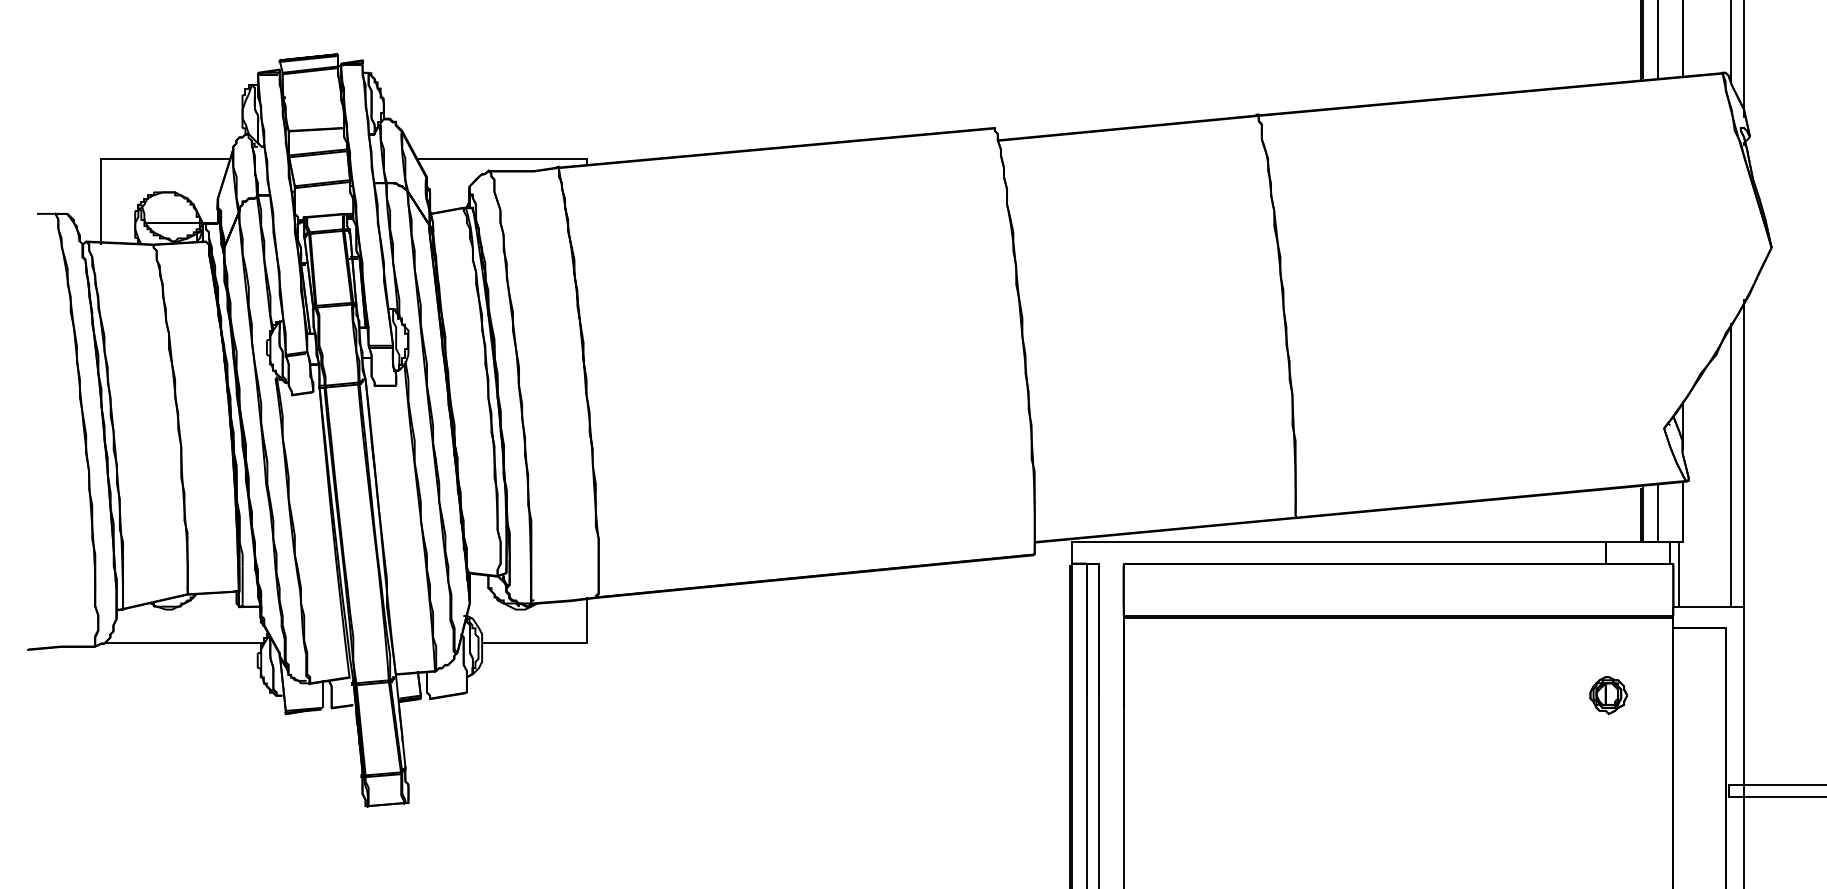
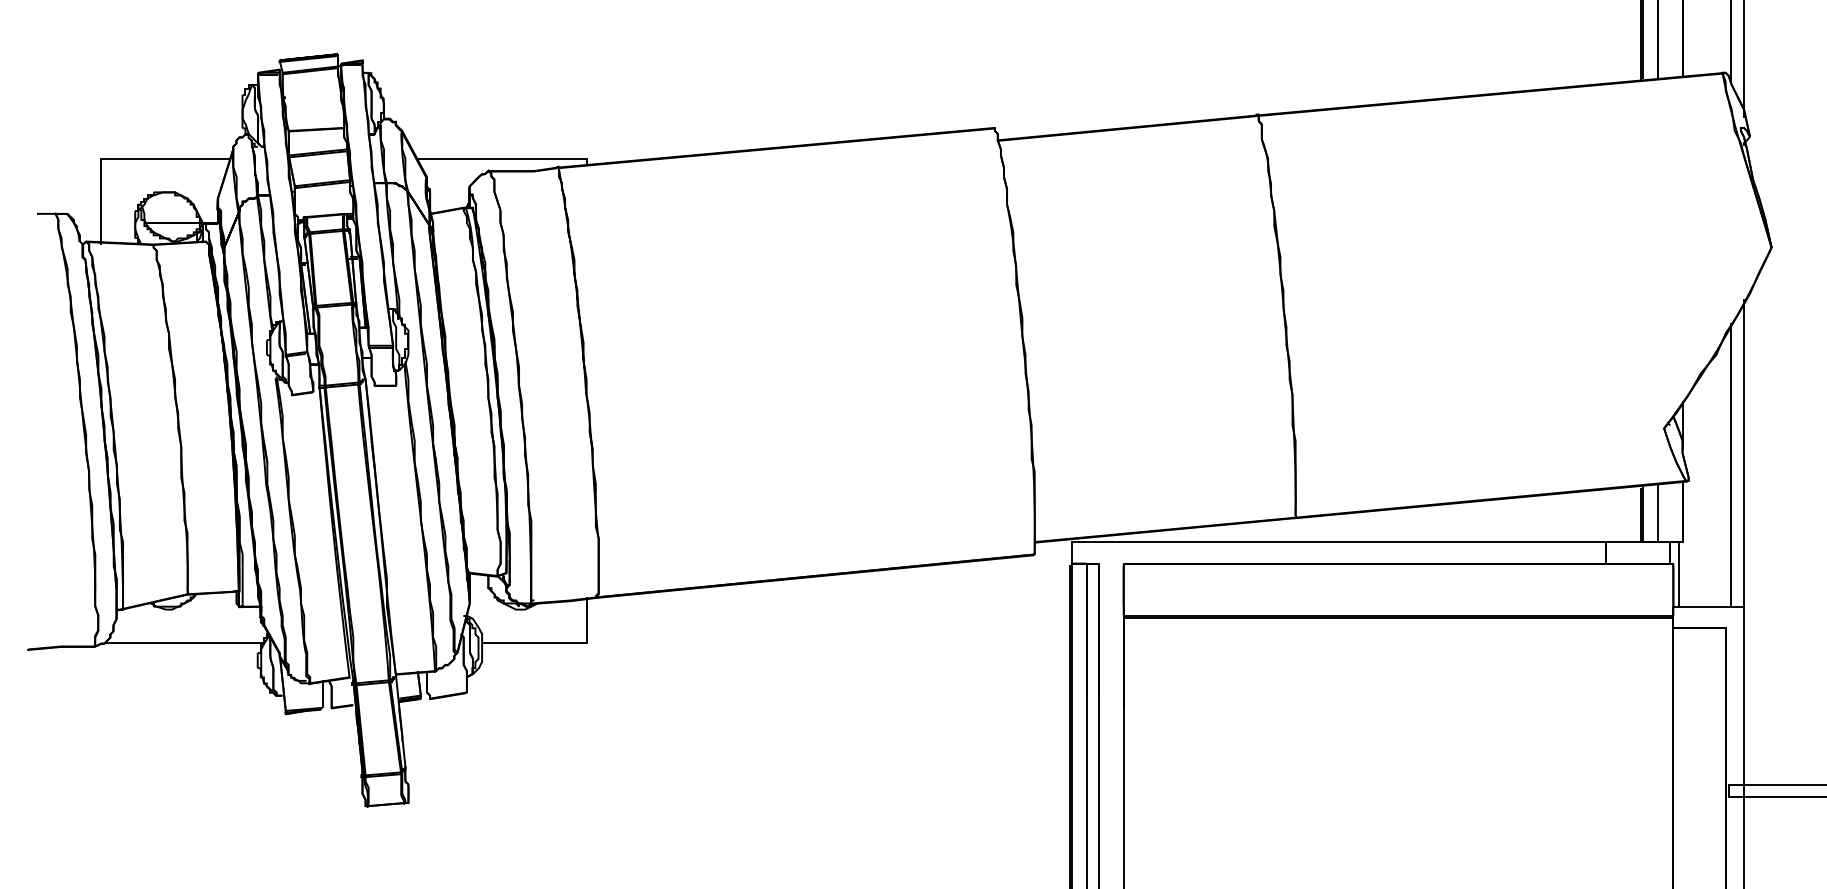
part at (1608, 695): present -> none
